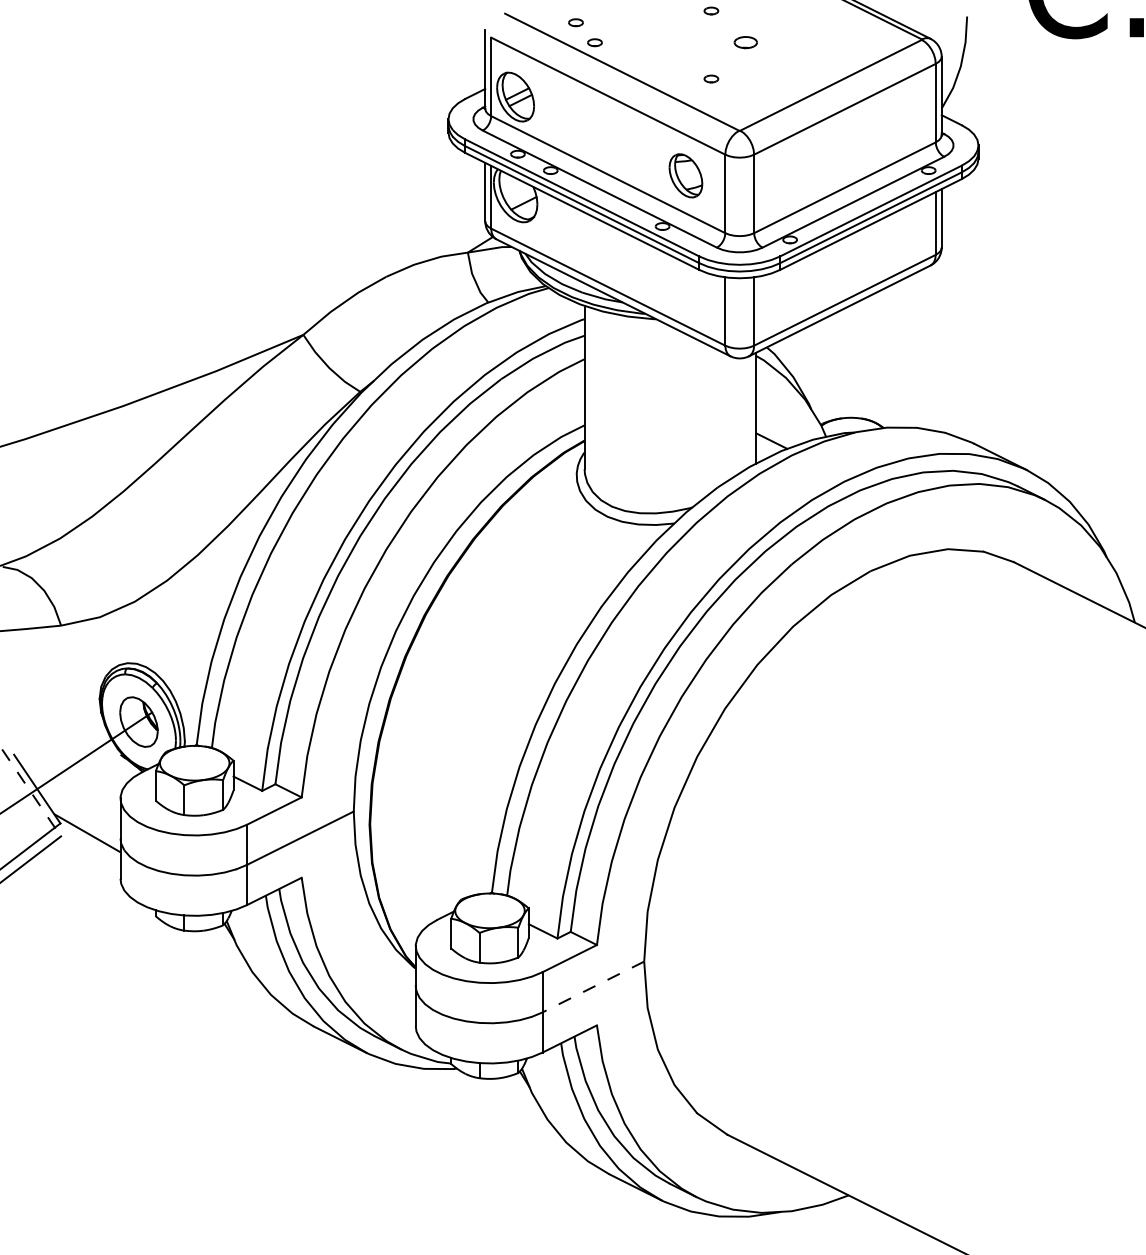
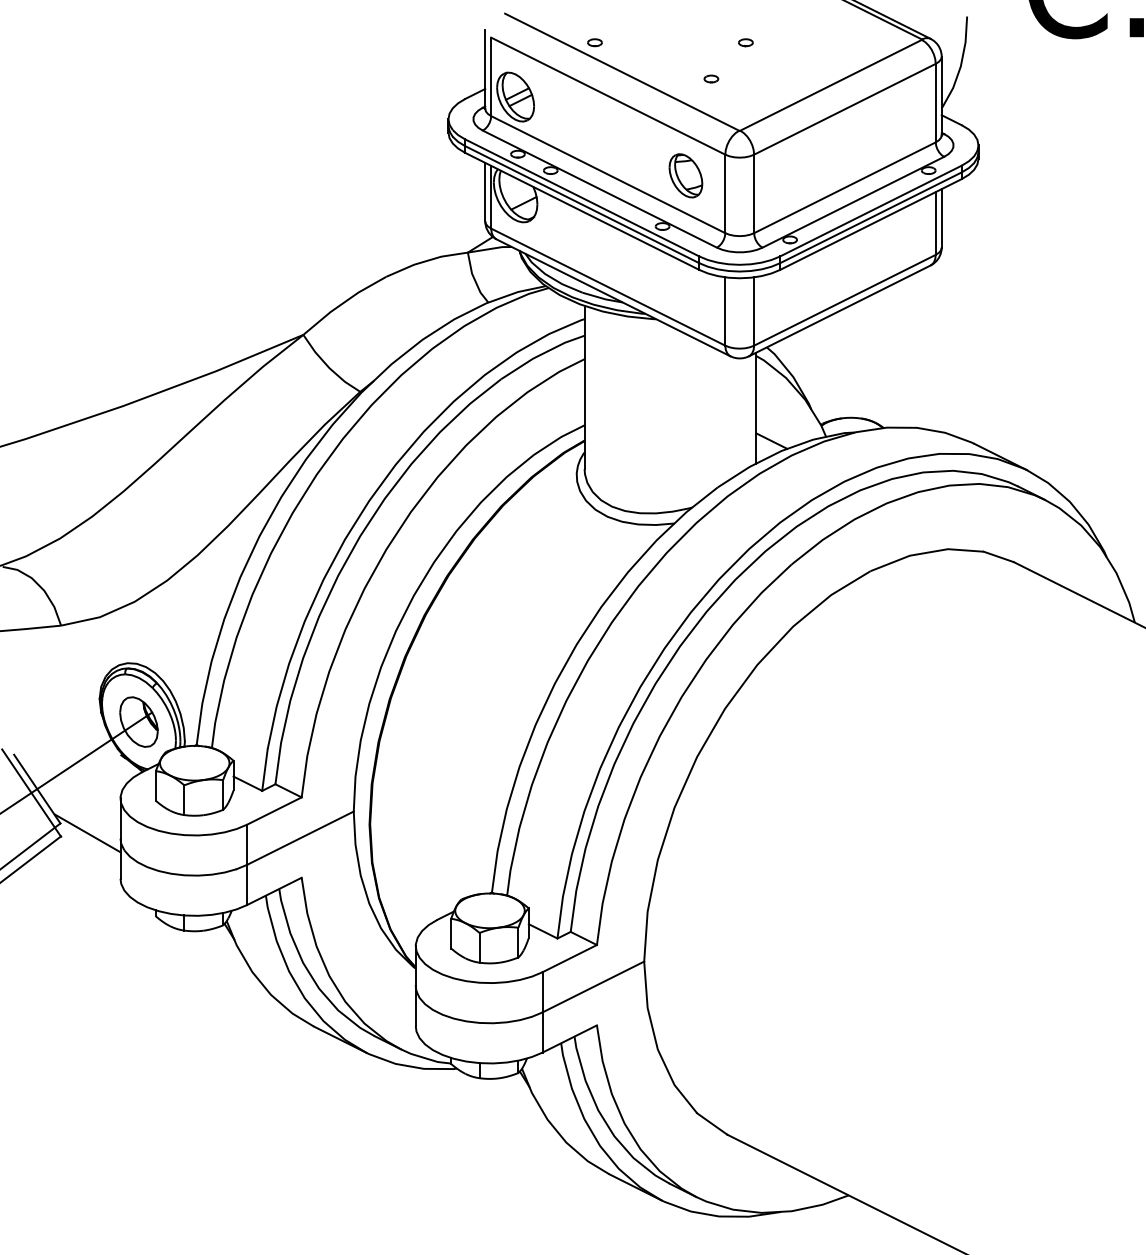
part at (711, 10): present -> none
part at (575, 22): present -> none
part at (745, 42) size: 25x14 px -> 16x10 px
line at (31, 793): dashed -> solid
line at (593, 987): dashed -> solid
